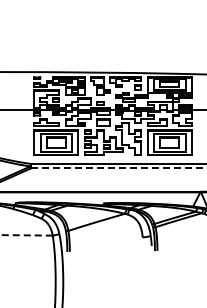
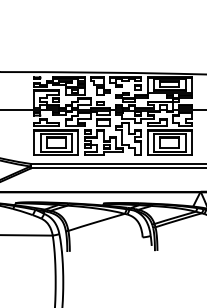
line at (119, 168): dashed -> solid
line at (26, 235): dashed -> solid
